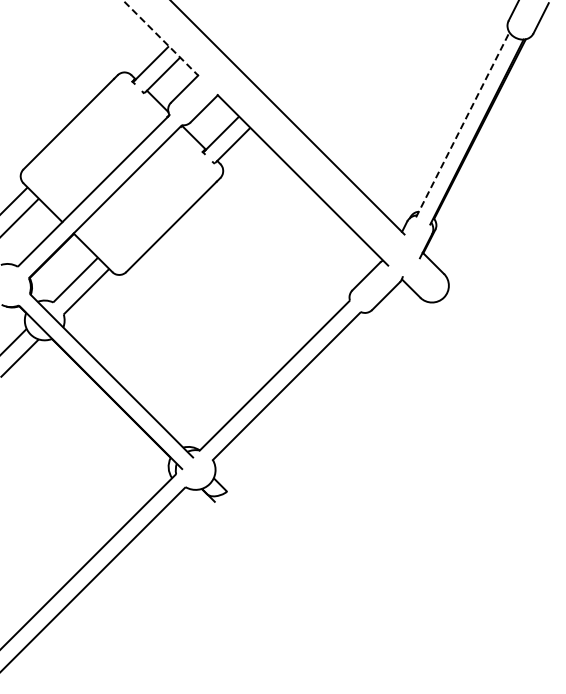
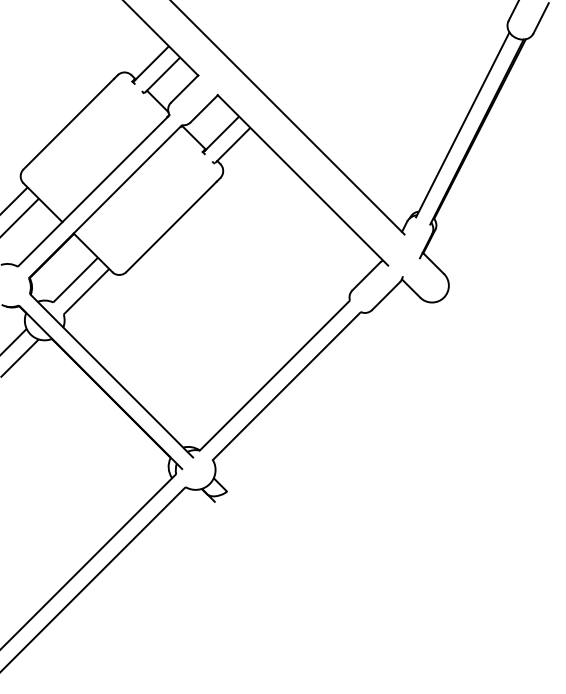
line at (160, 38): dashed -> solid
line at (462, 124): dashed -> solid
